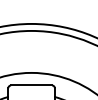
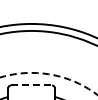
arc at (49, 74): solid -> dashed
line at (31, 85): solid -> dashed
